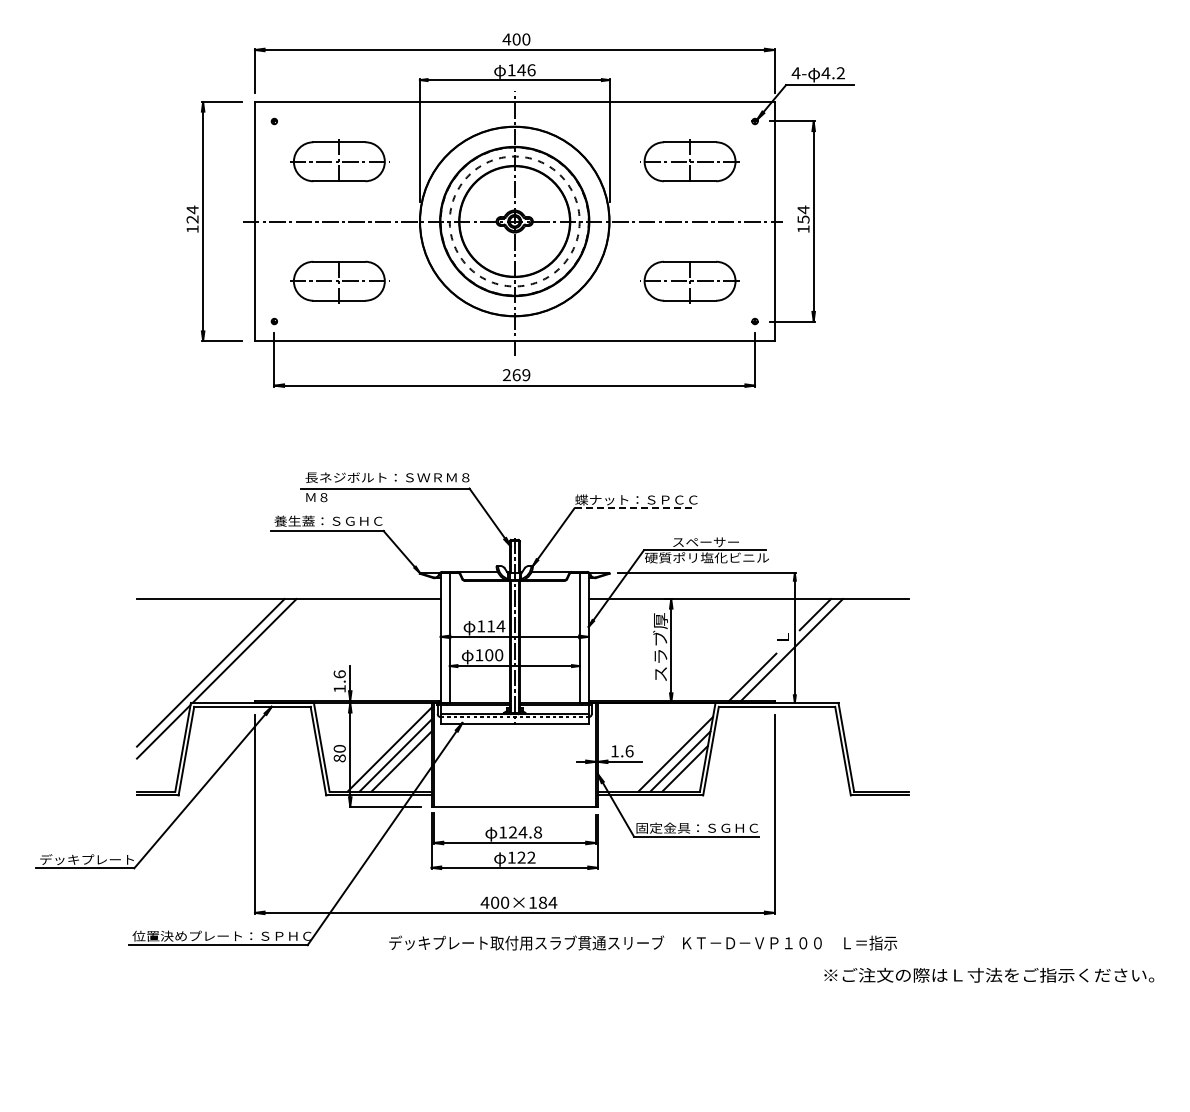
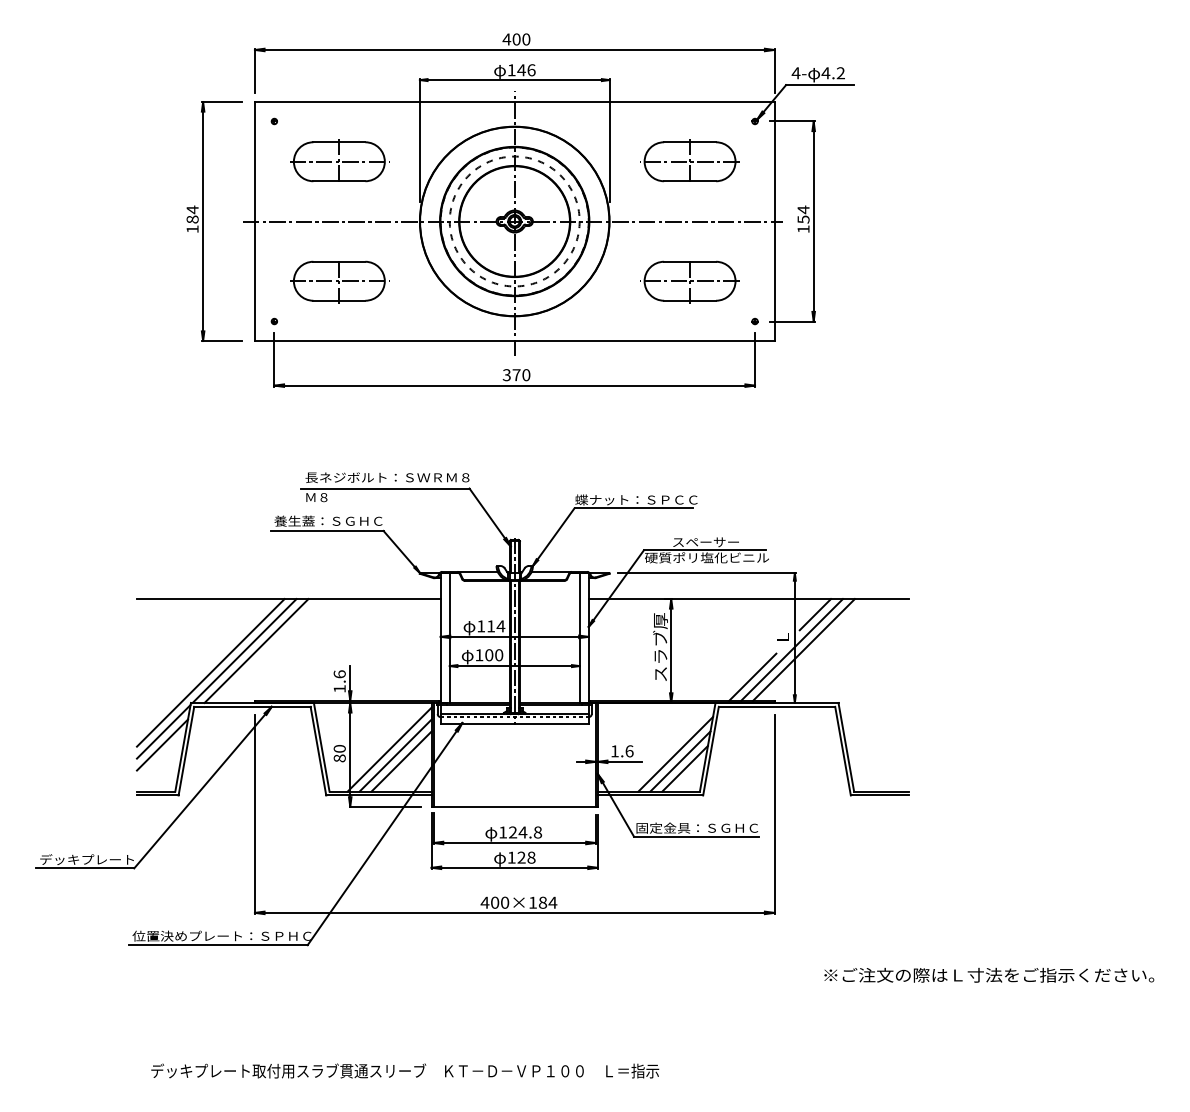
text at (192, 219): 124 -> 184
text at (516, 375): 269 -> 370
line at (634, 508): dashed -> solid
line at (803, 649): none -> present
line at (256, 650): none -> present
line at (162, 744): none -> present
text at (531, 857): 122 -> 128
text at (643, 942) position: (643, 942) -> (405, 1070)
